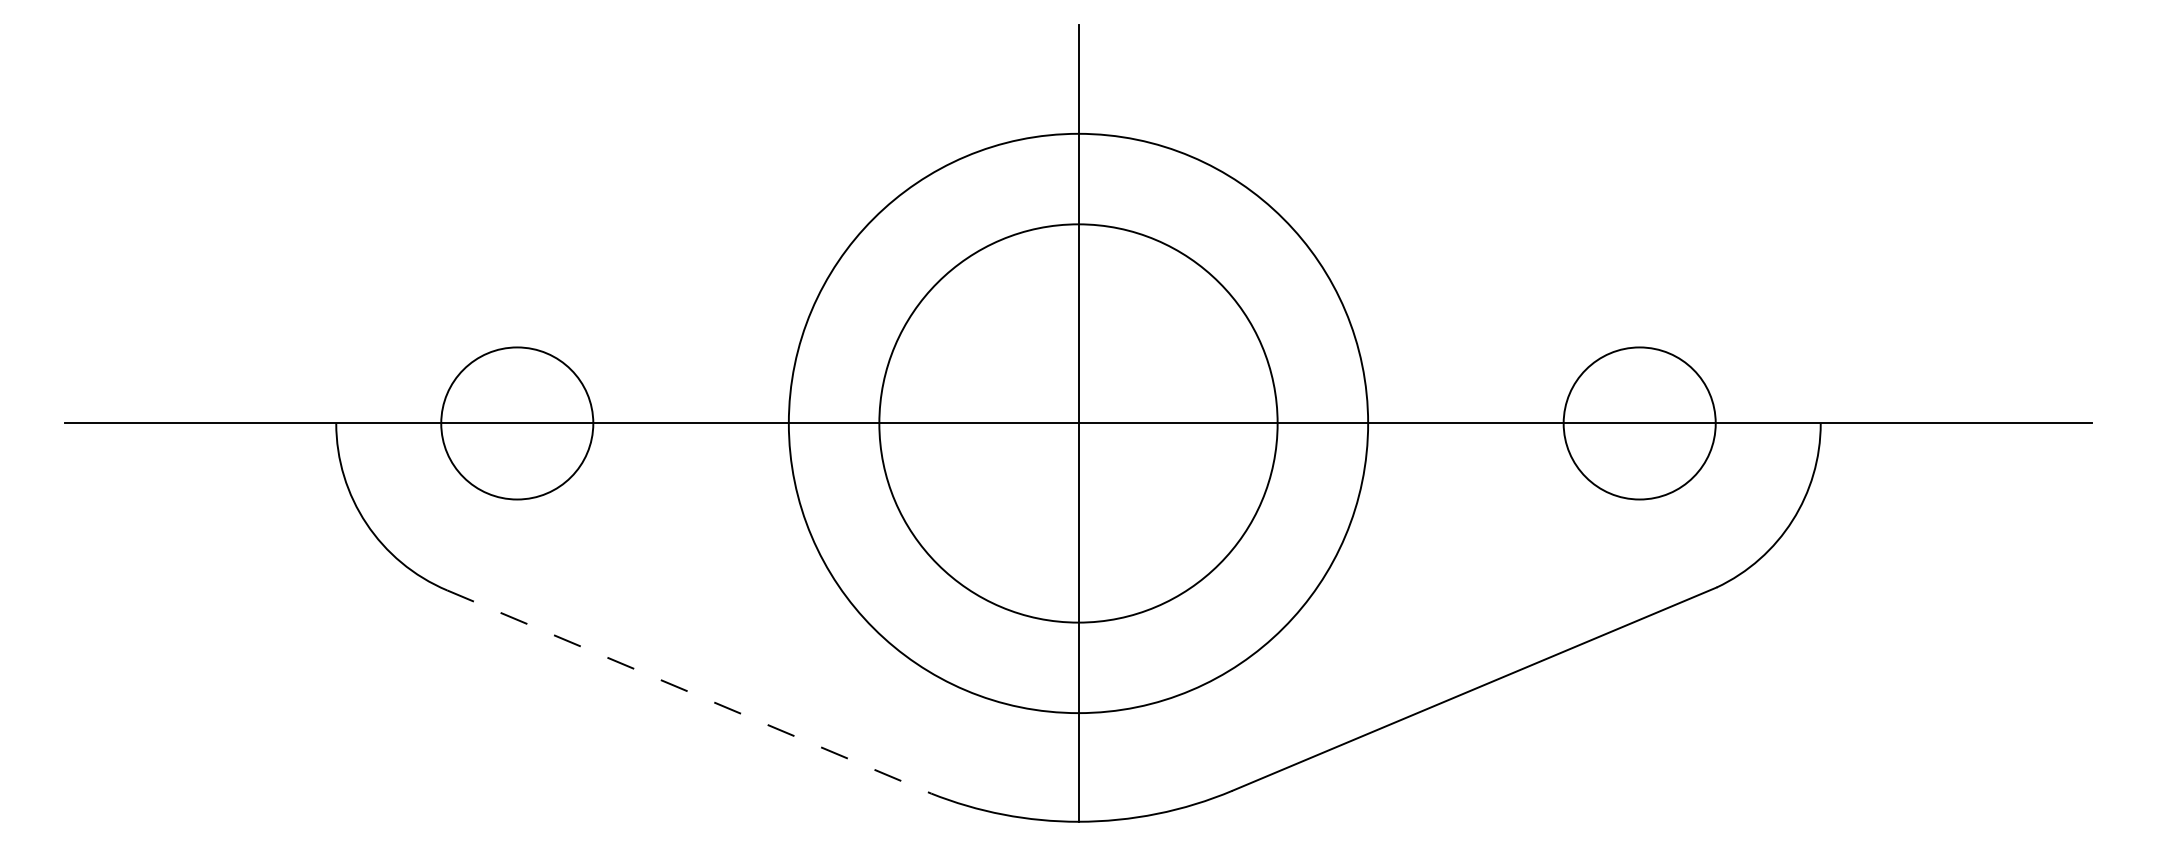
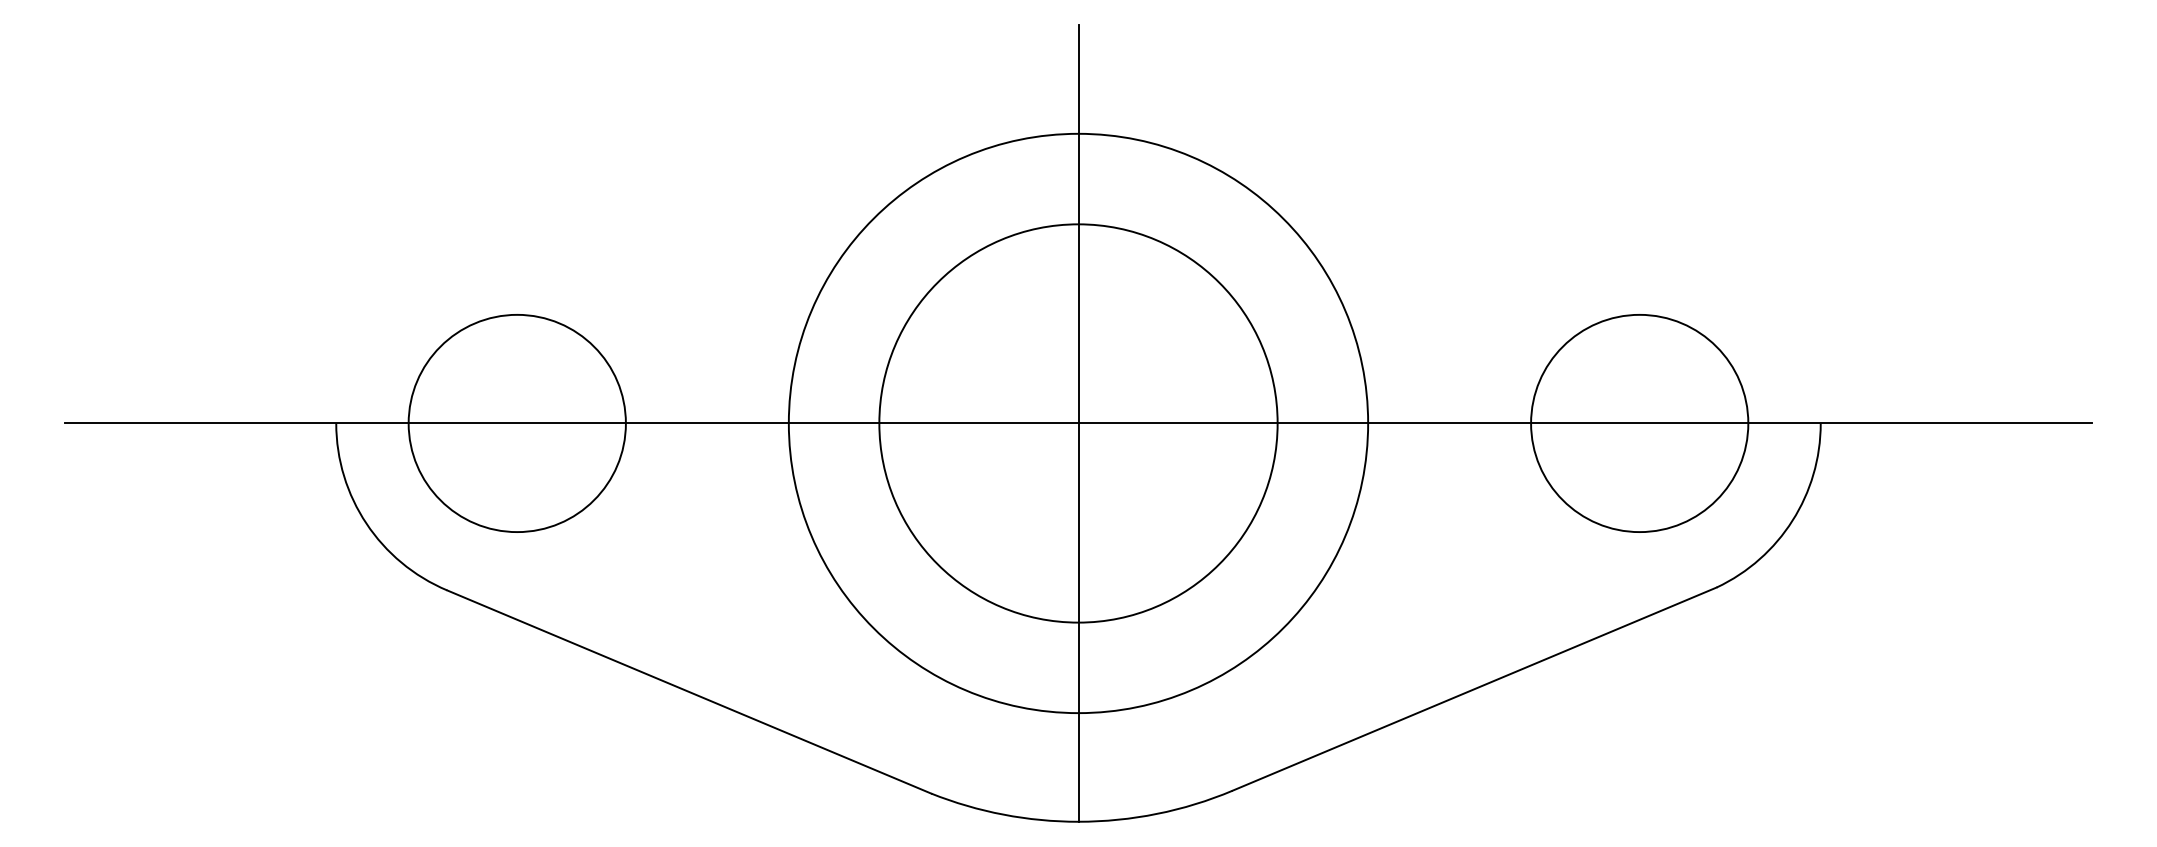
circle at (517, 423) diameter: 152 px -> 217 px
circle at (1639, 423) diameter: 152 px -> 217 px
line at (689, 692): dashed -> solid
